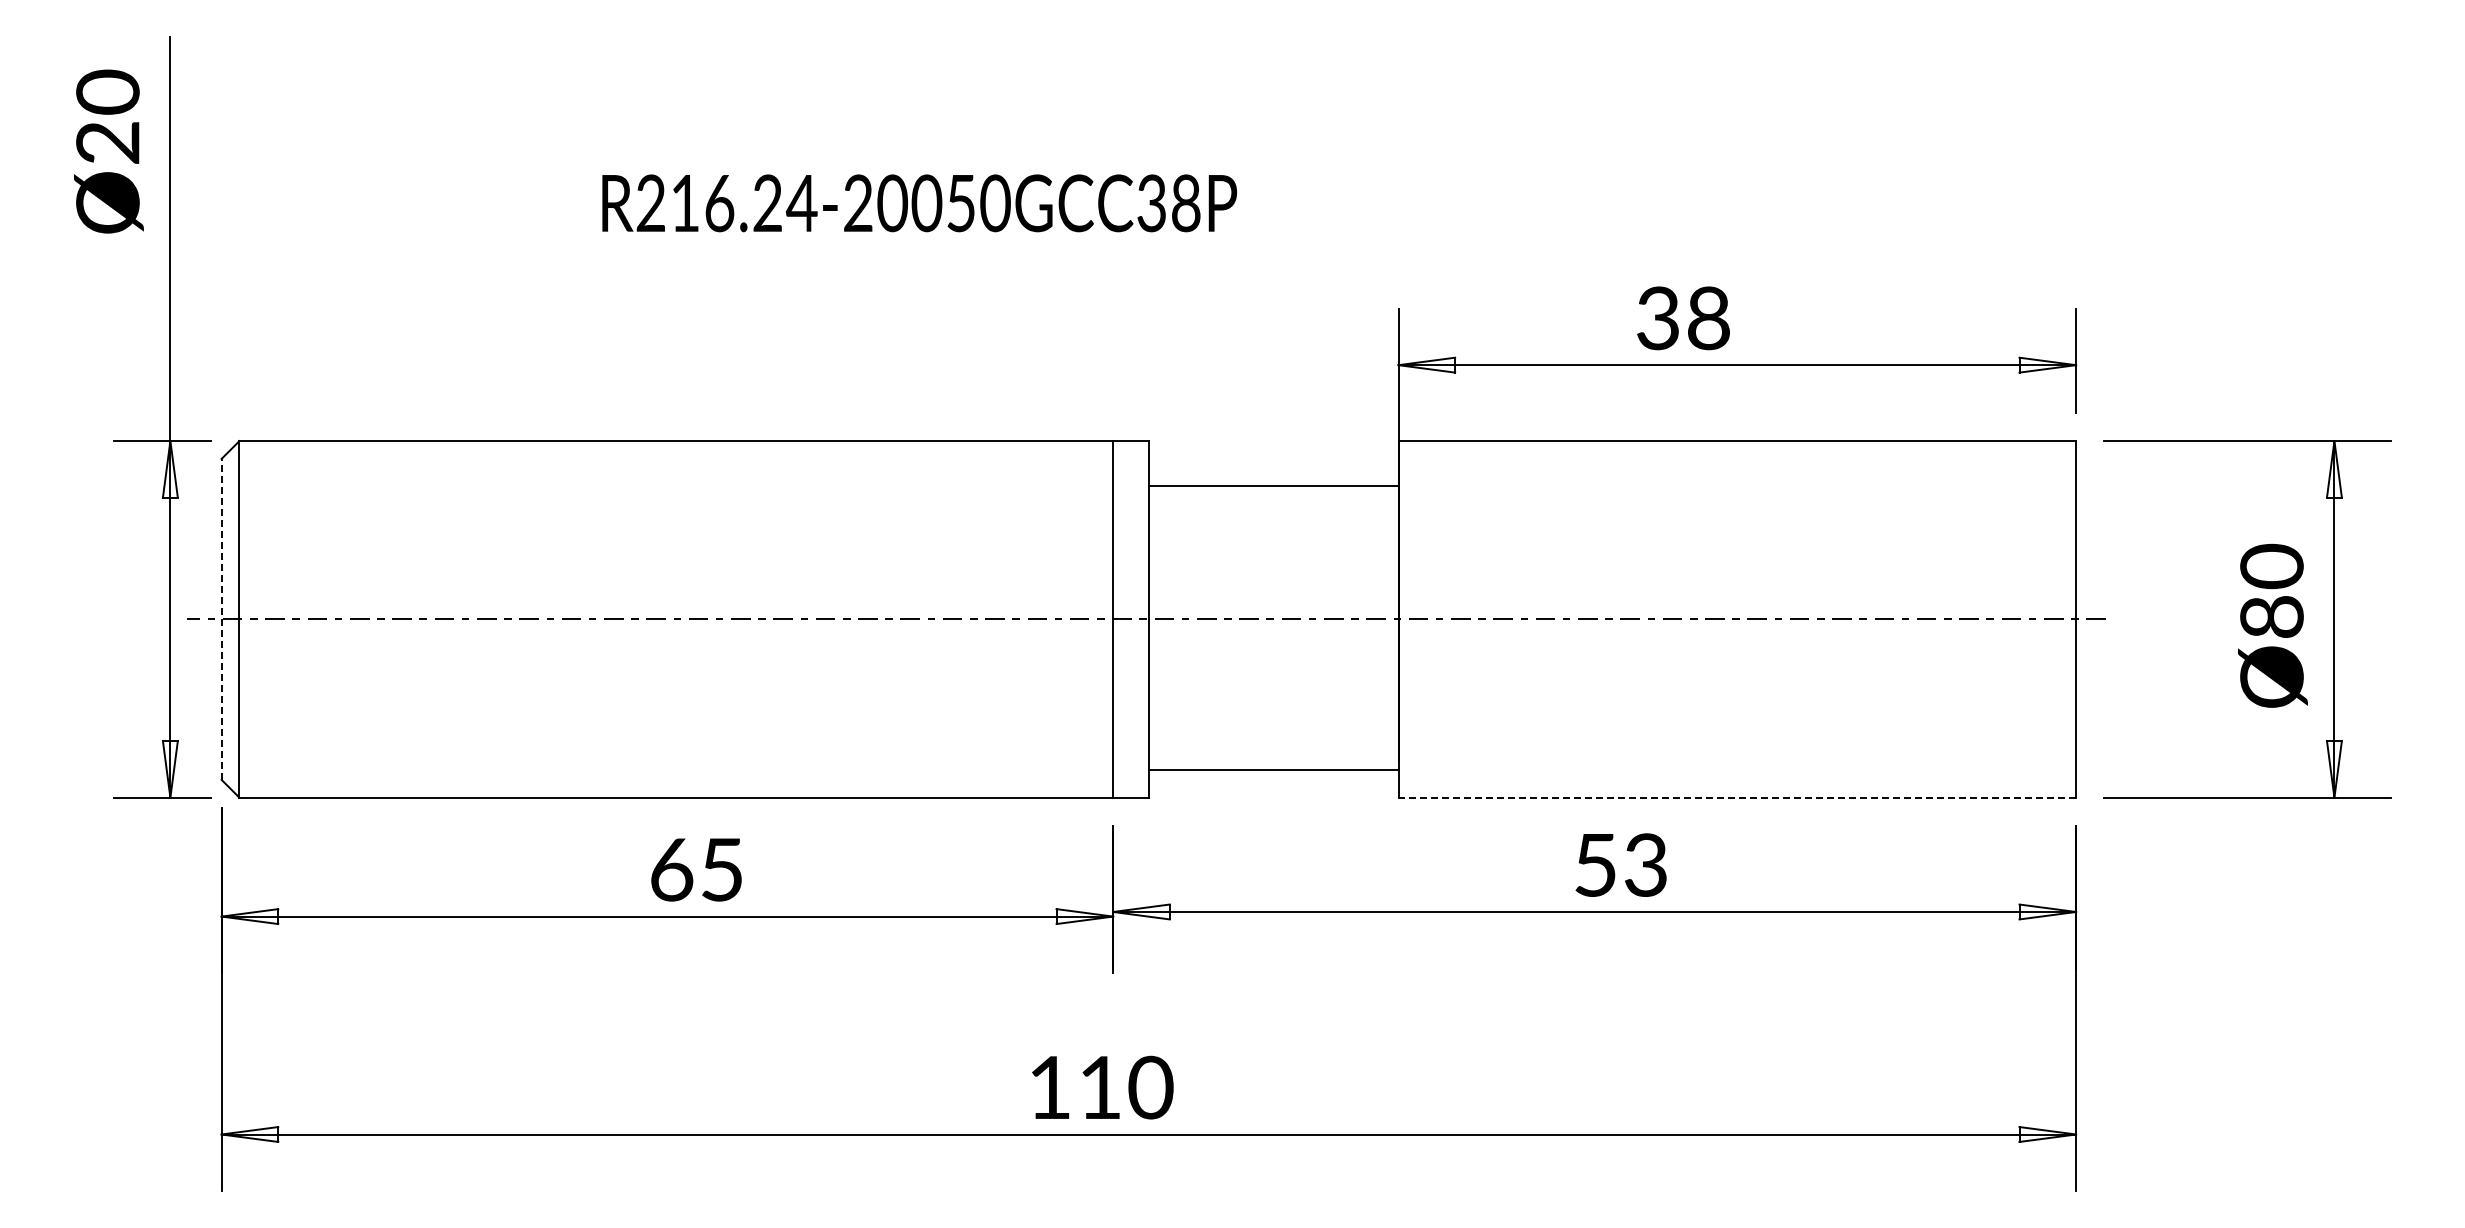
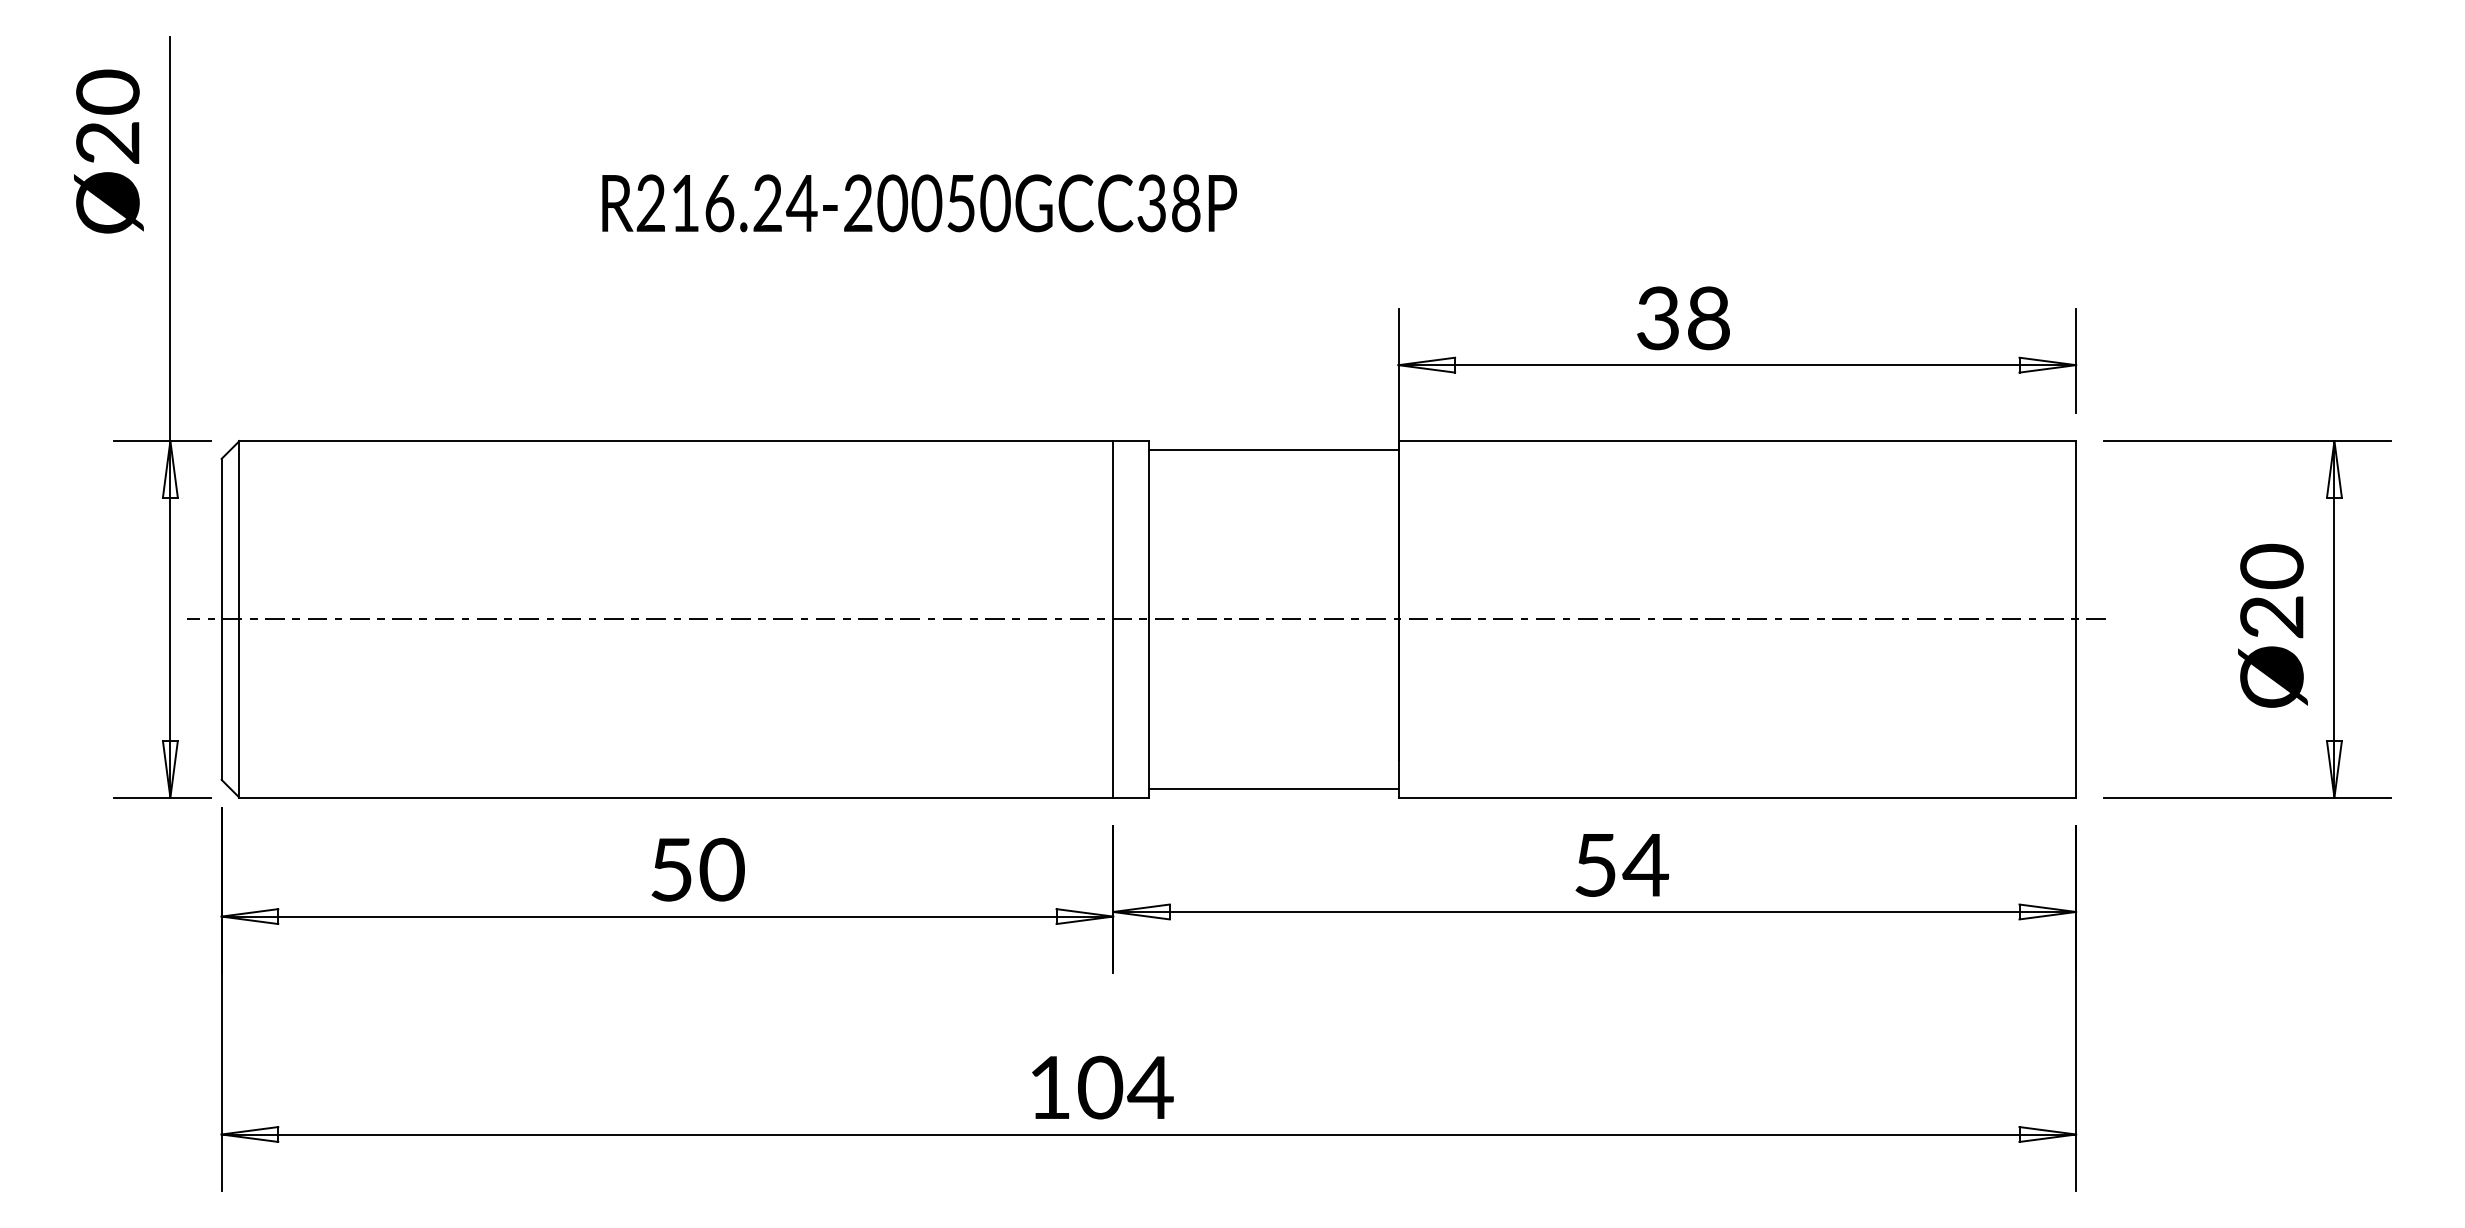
line at (1273, 485) position: (1273, 485) -> (1273, 449)
text at (2272, 617): Ø80 -> Ø20
line at (221, 618): dashed -> solid
line at (1273, 769) position: (1273, 769) -> (1273, 788)
line at (1737, 797): dashed -> solid
text at (1645, 864): 53 -> 54
text at (697, 869): 65 -> 50
text at (1125, 1087): 110 -> 104
